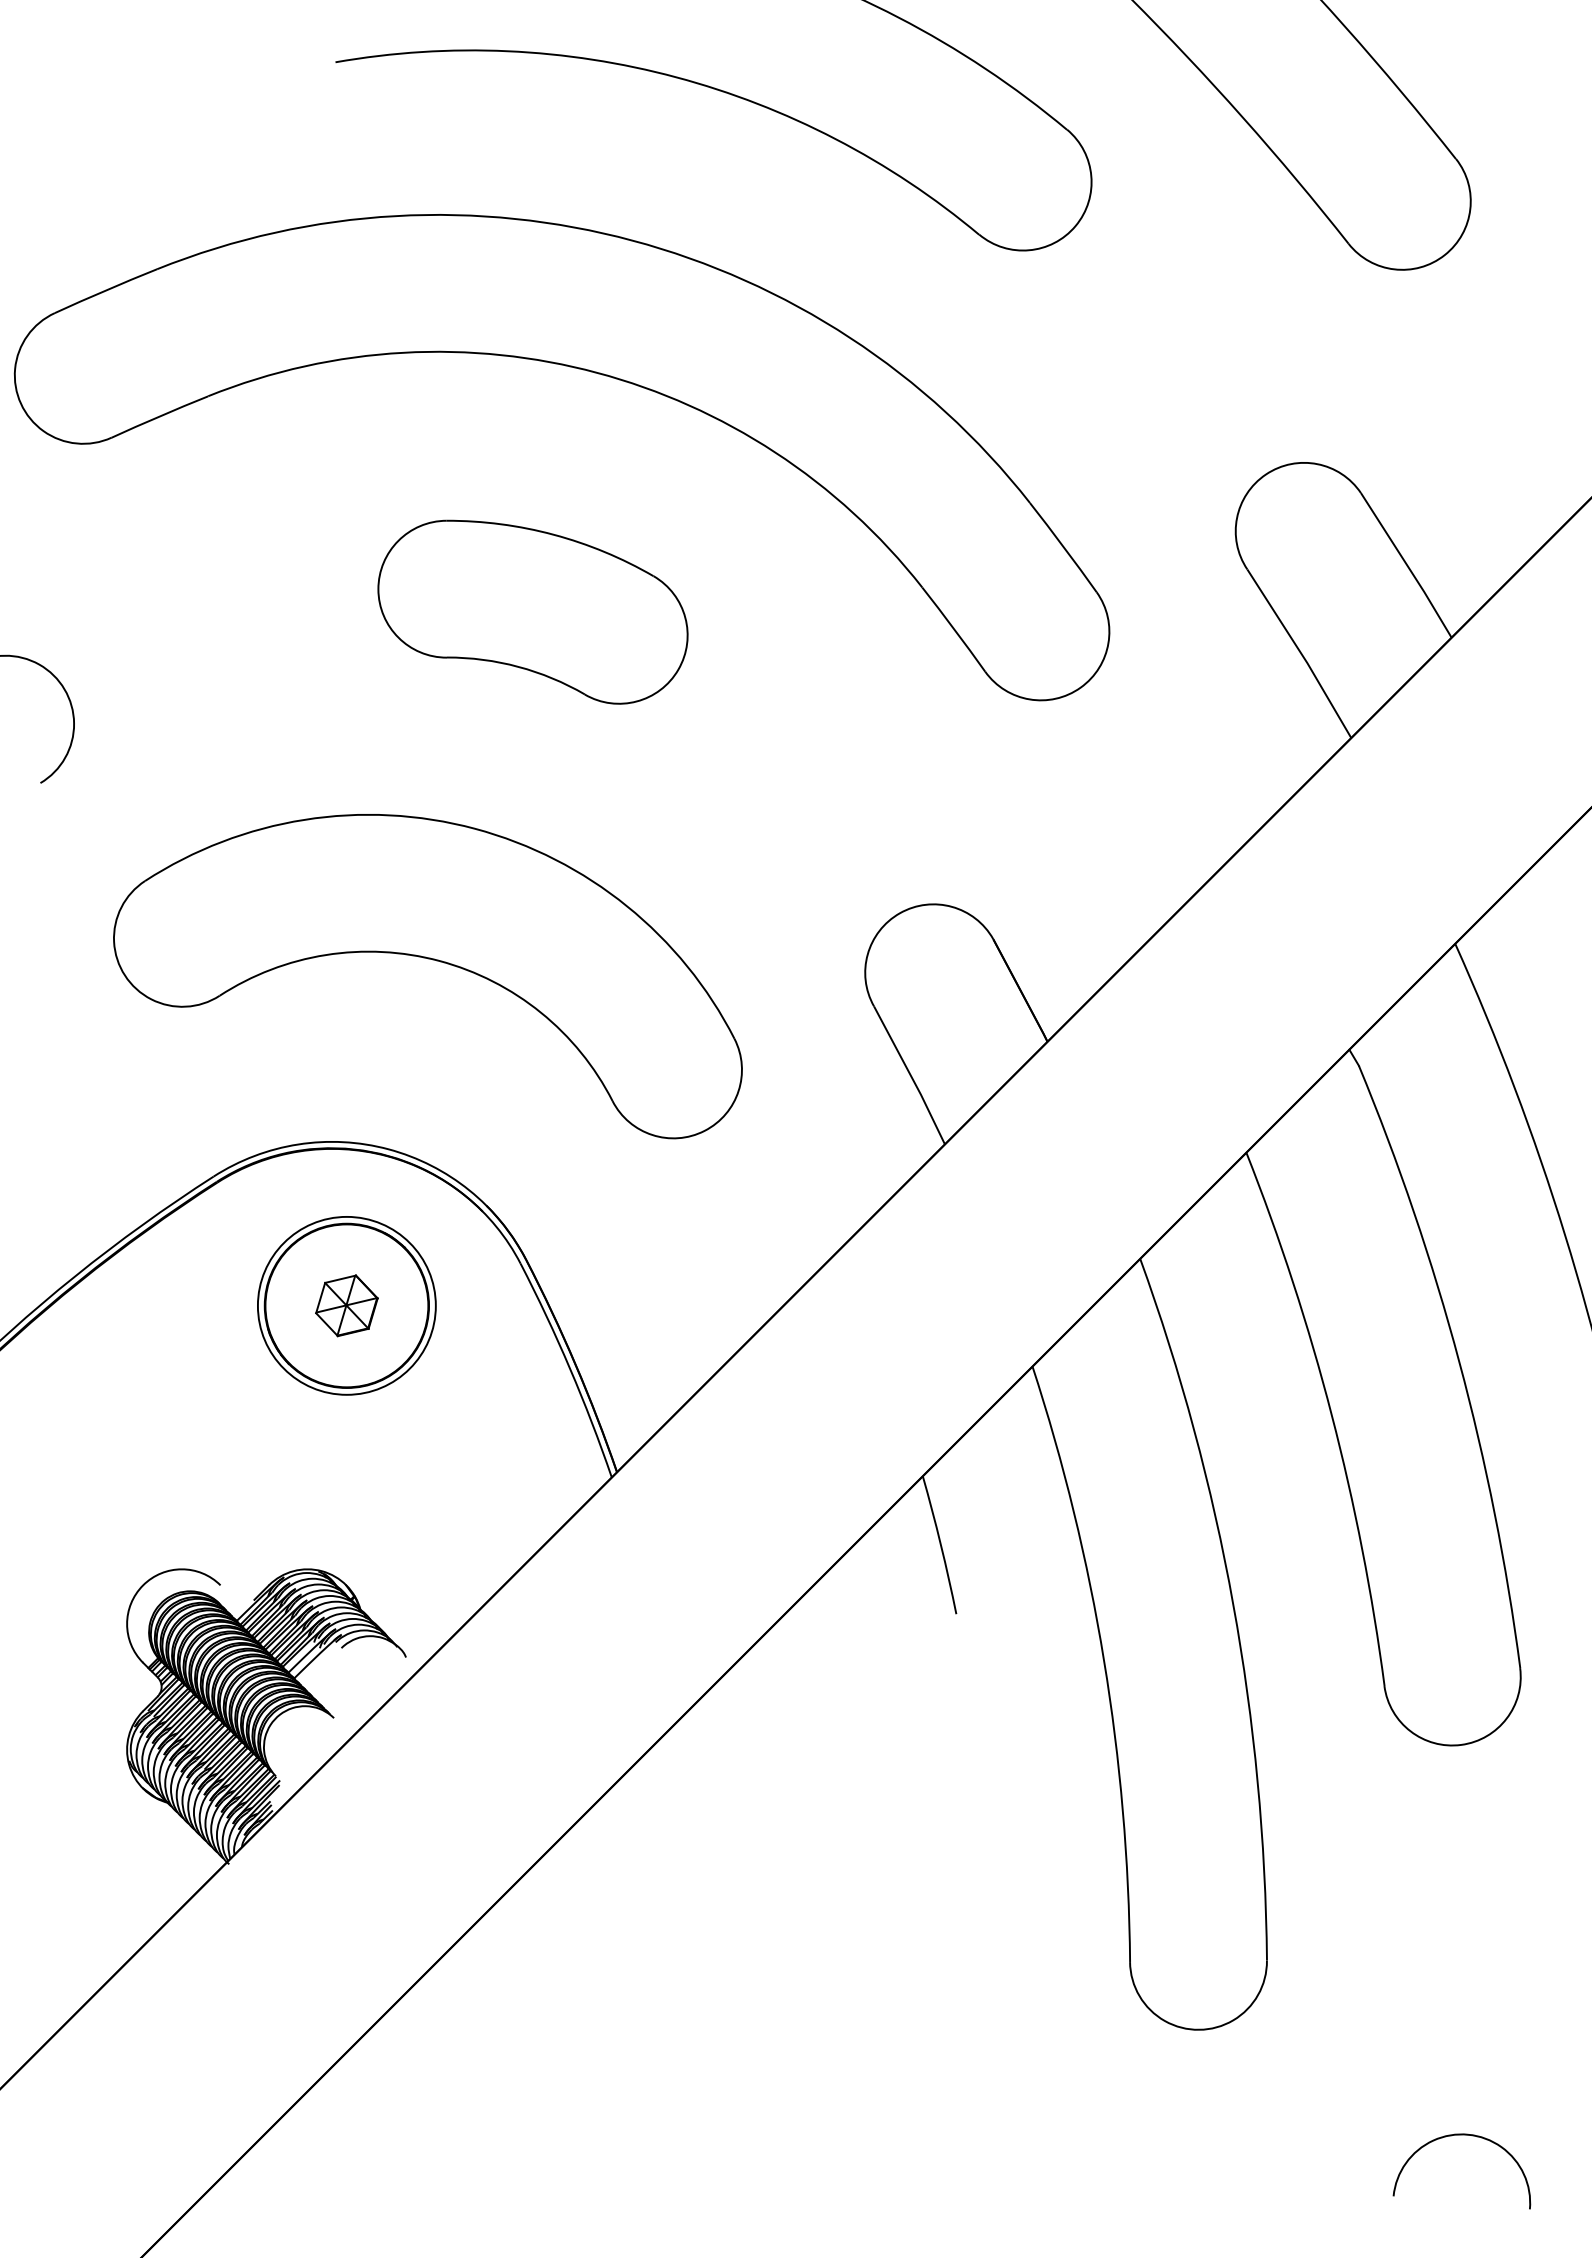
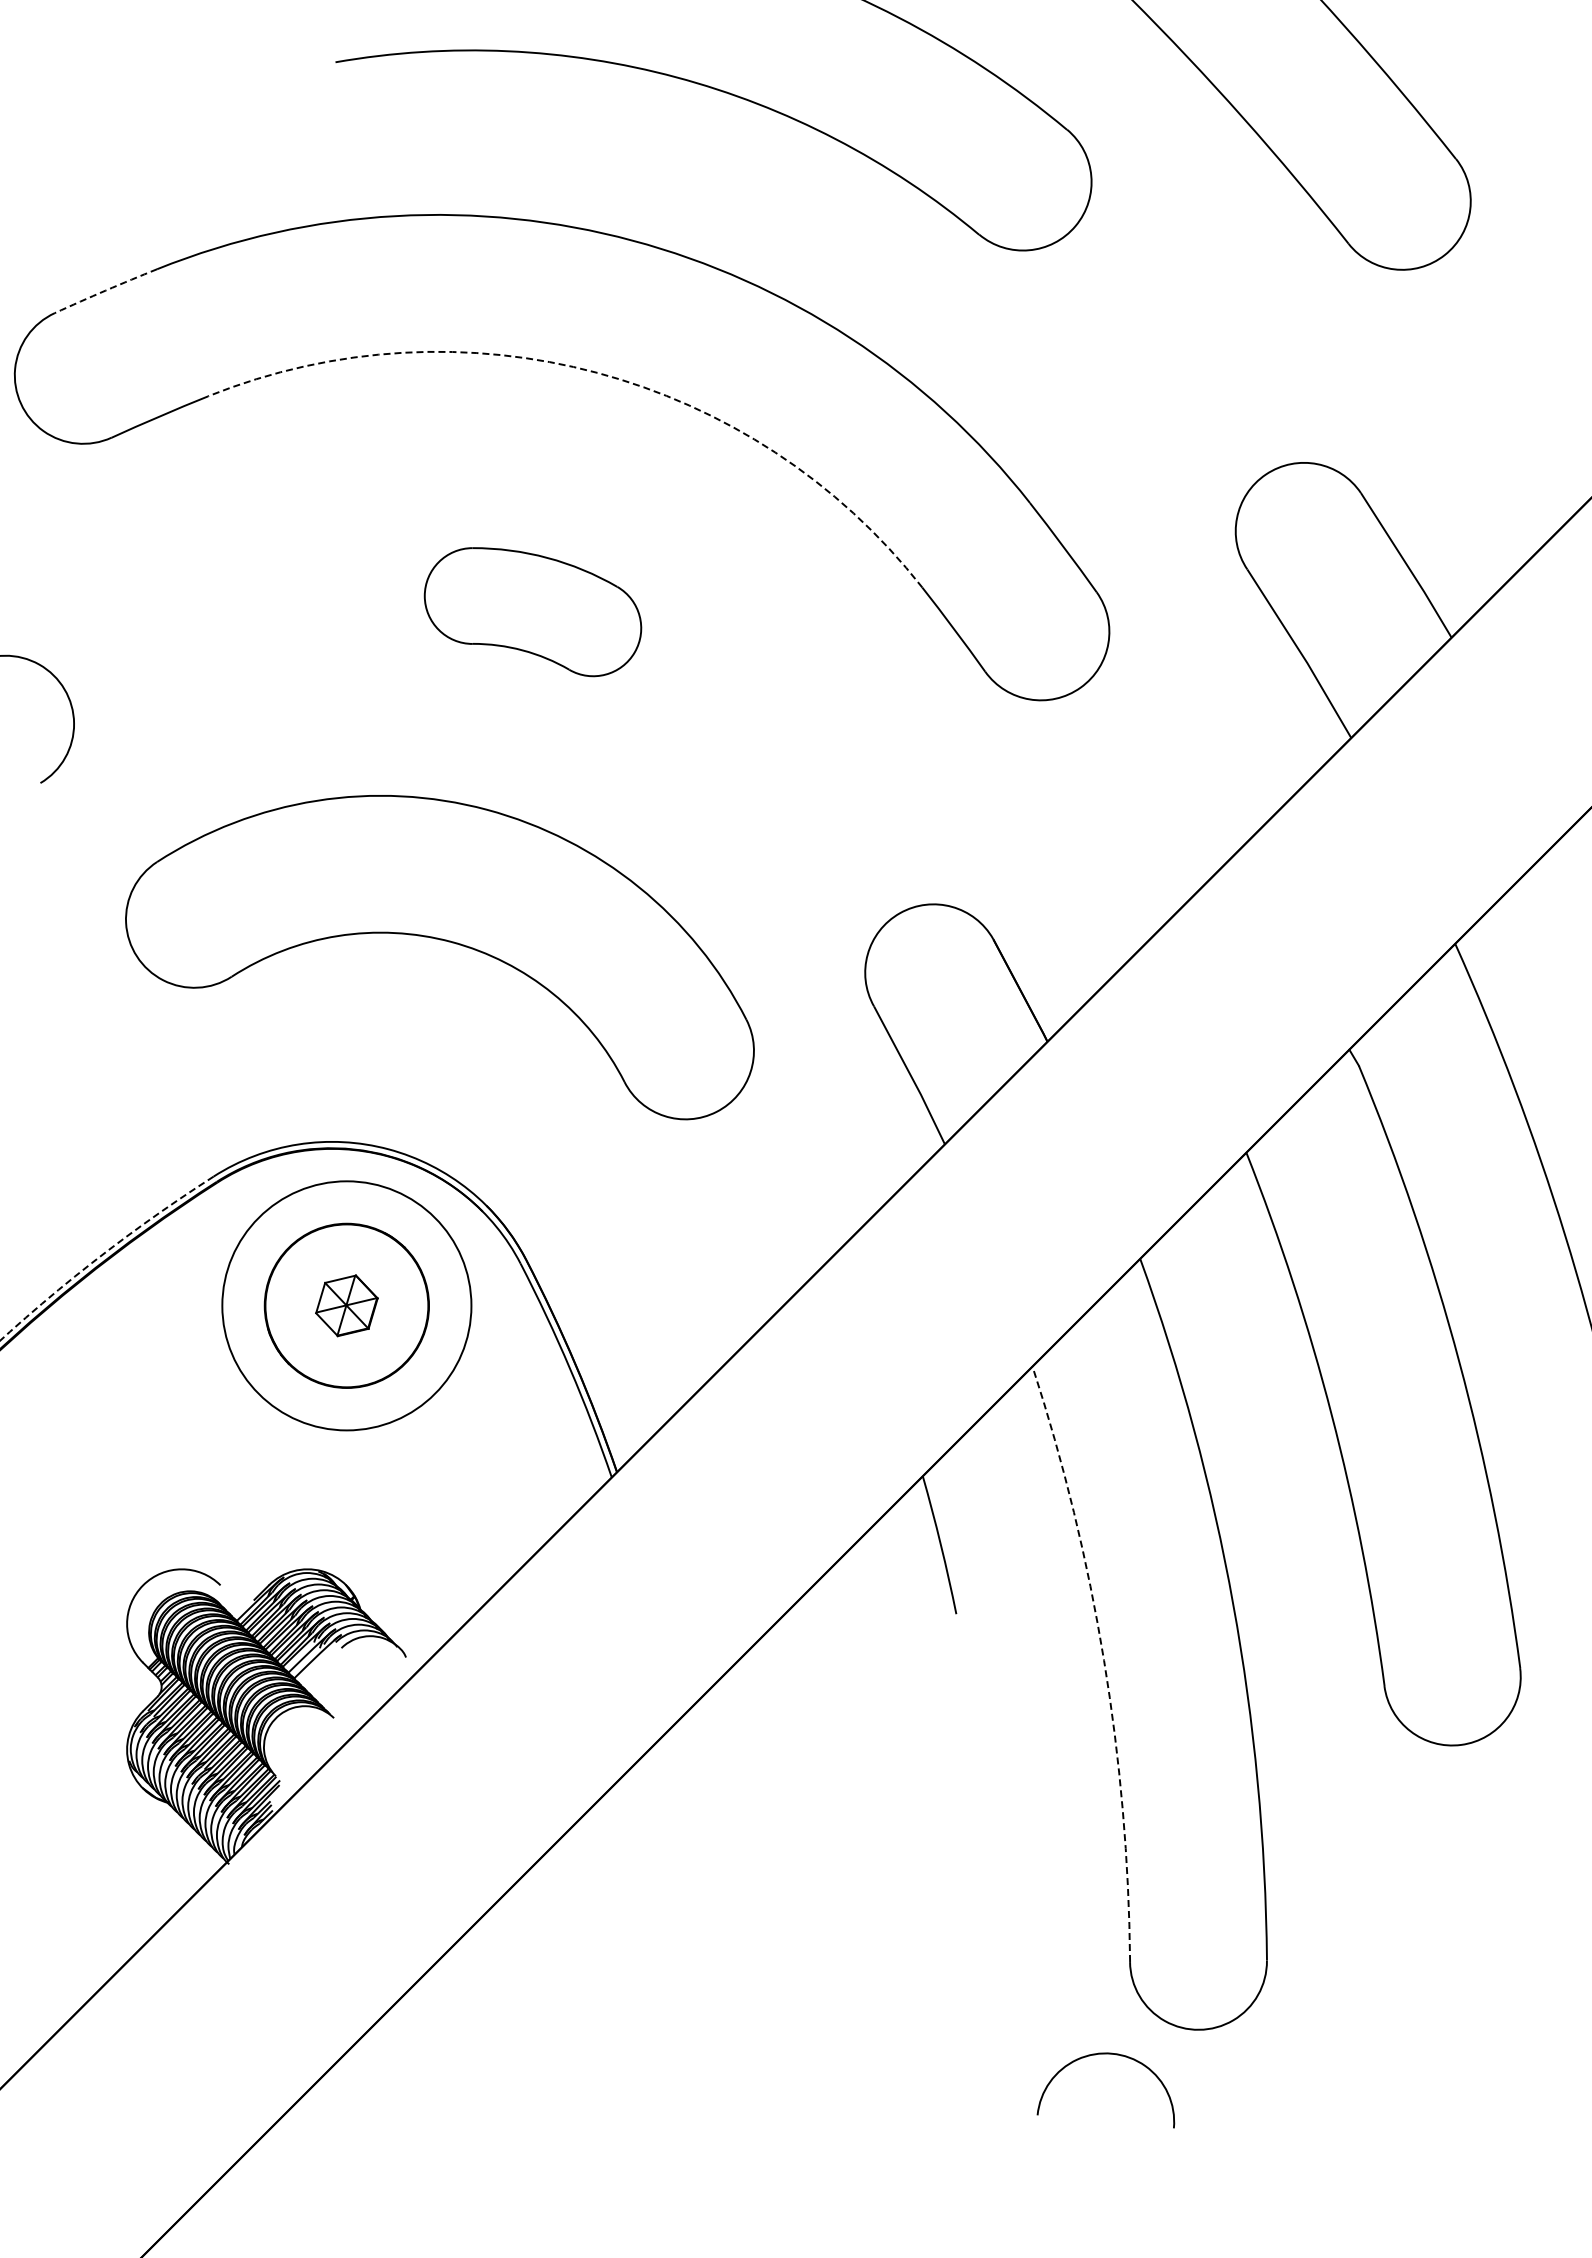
arc at (105, 290): solid -> dashed
arc at (597, 372): solid -> dashed
part at (532, 611) size: 312x186 px -> 220x131 px
part at (432, 960) position: (432, 960) -> (444, 941)
arc at (103, 1254): solid -> dashed
circle at (346, 1305) diameter: 178 px -> 249 px
arc at (1104, 1660): solid -> dashed
arc at (1461, 2135) position: (1461, 2135) -> (1105, 2054)
